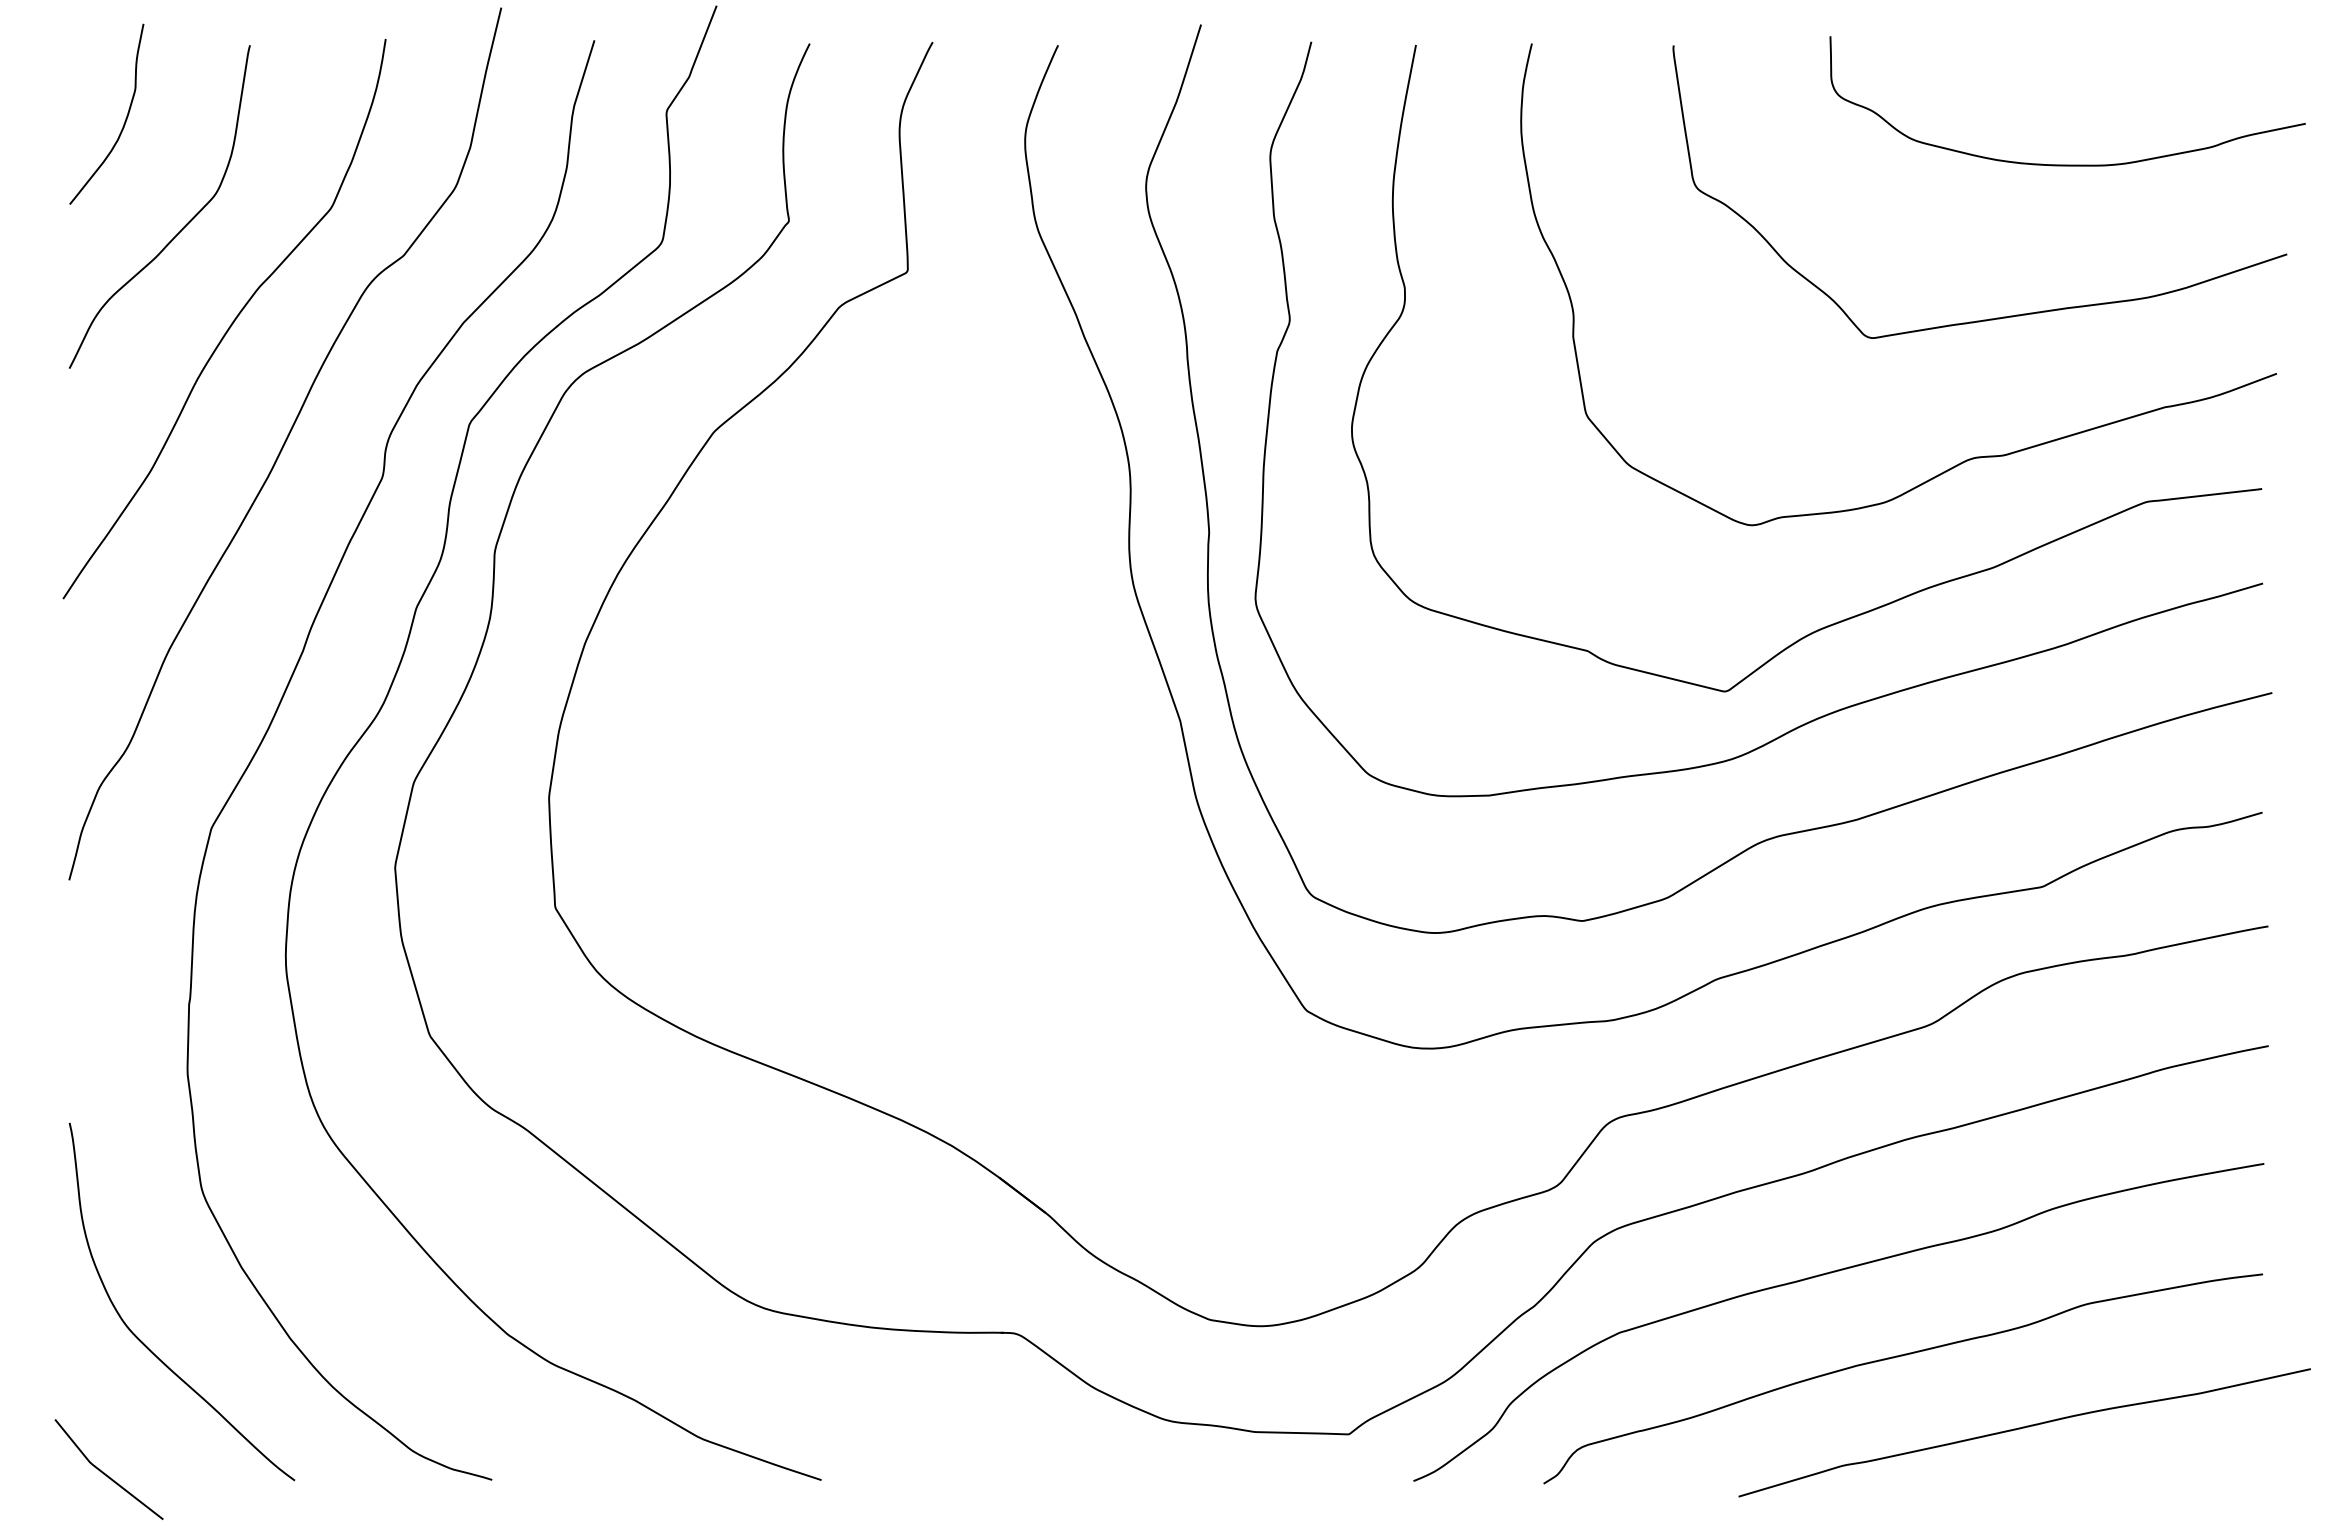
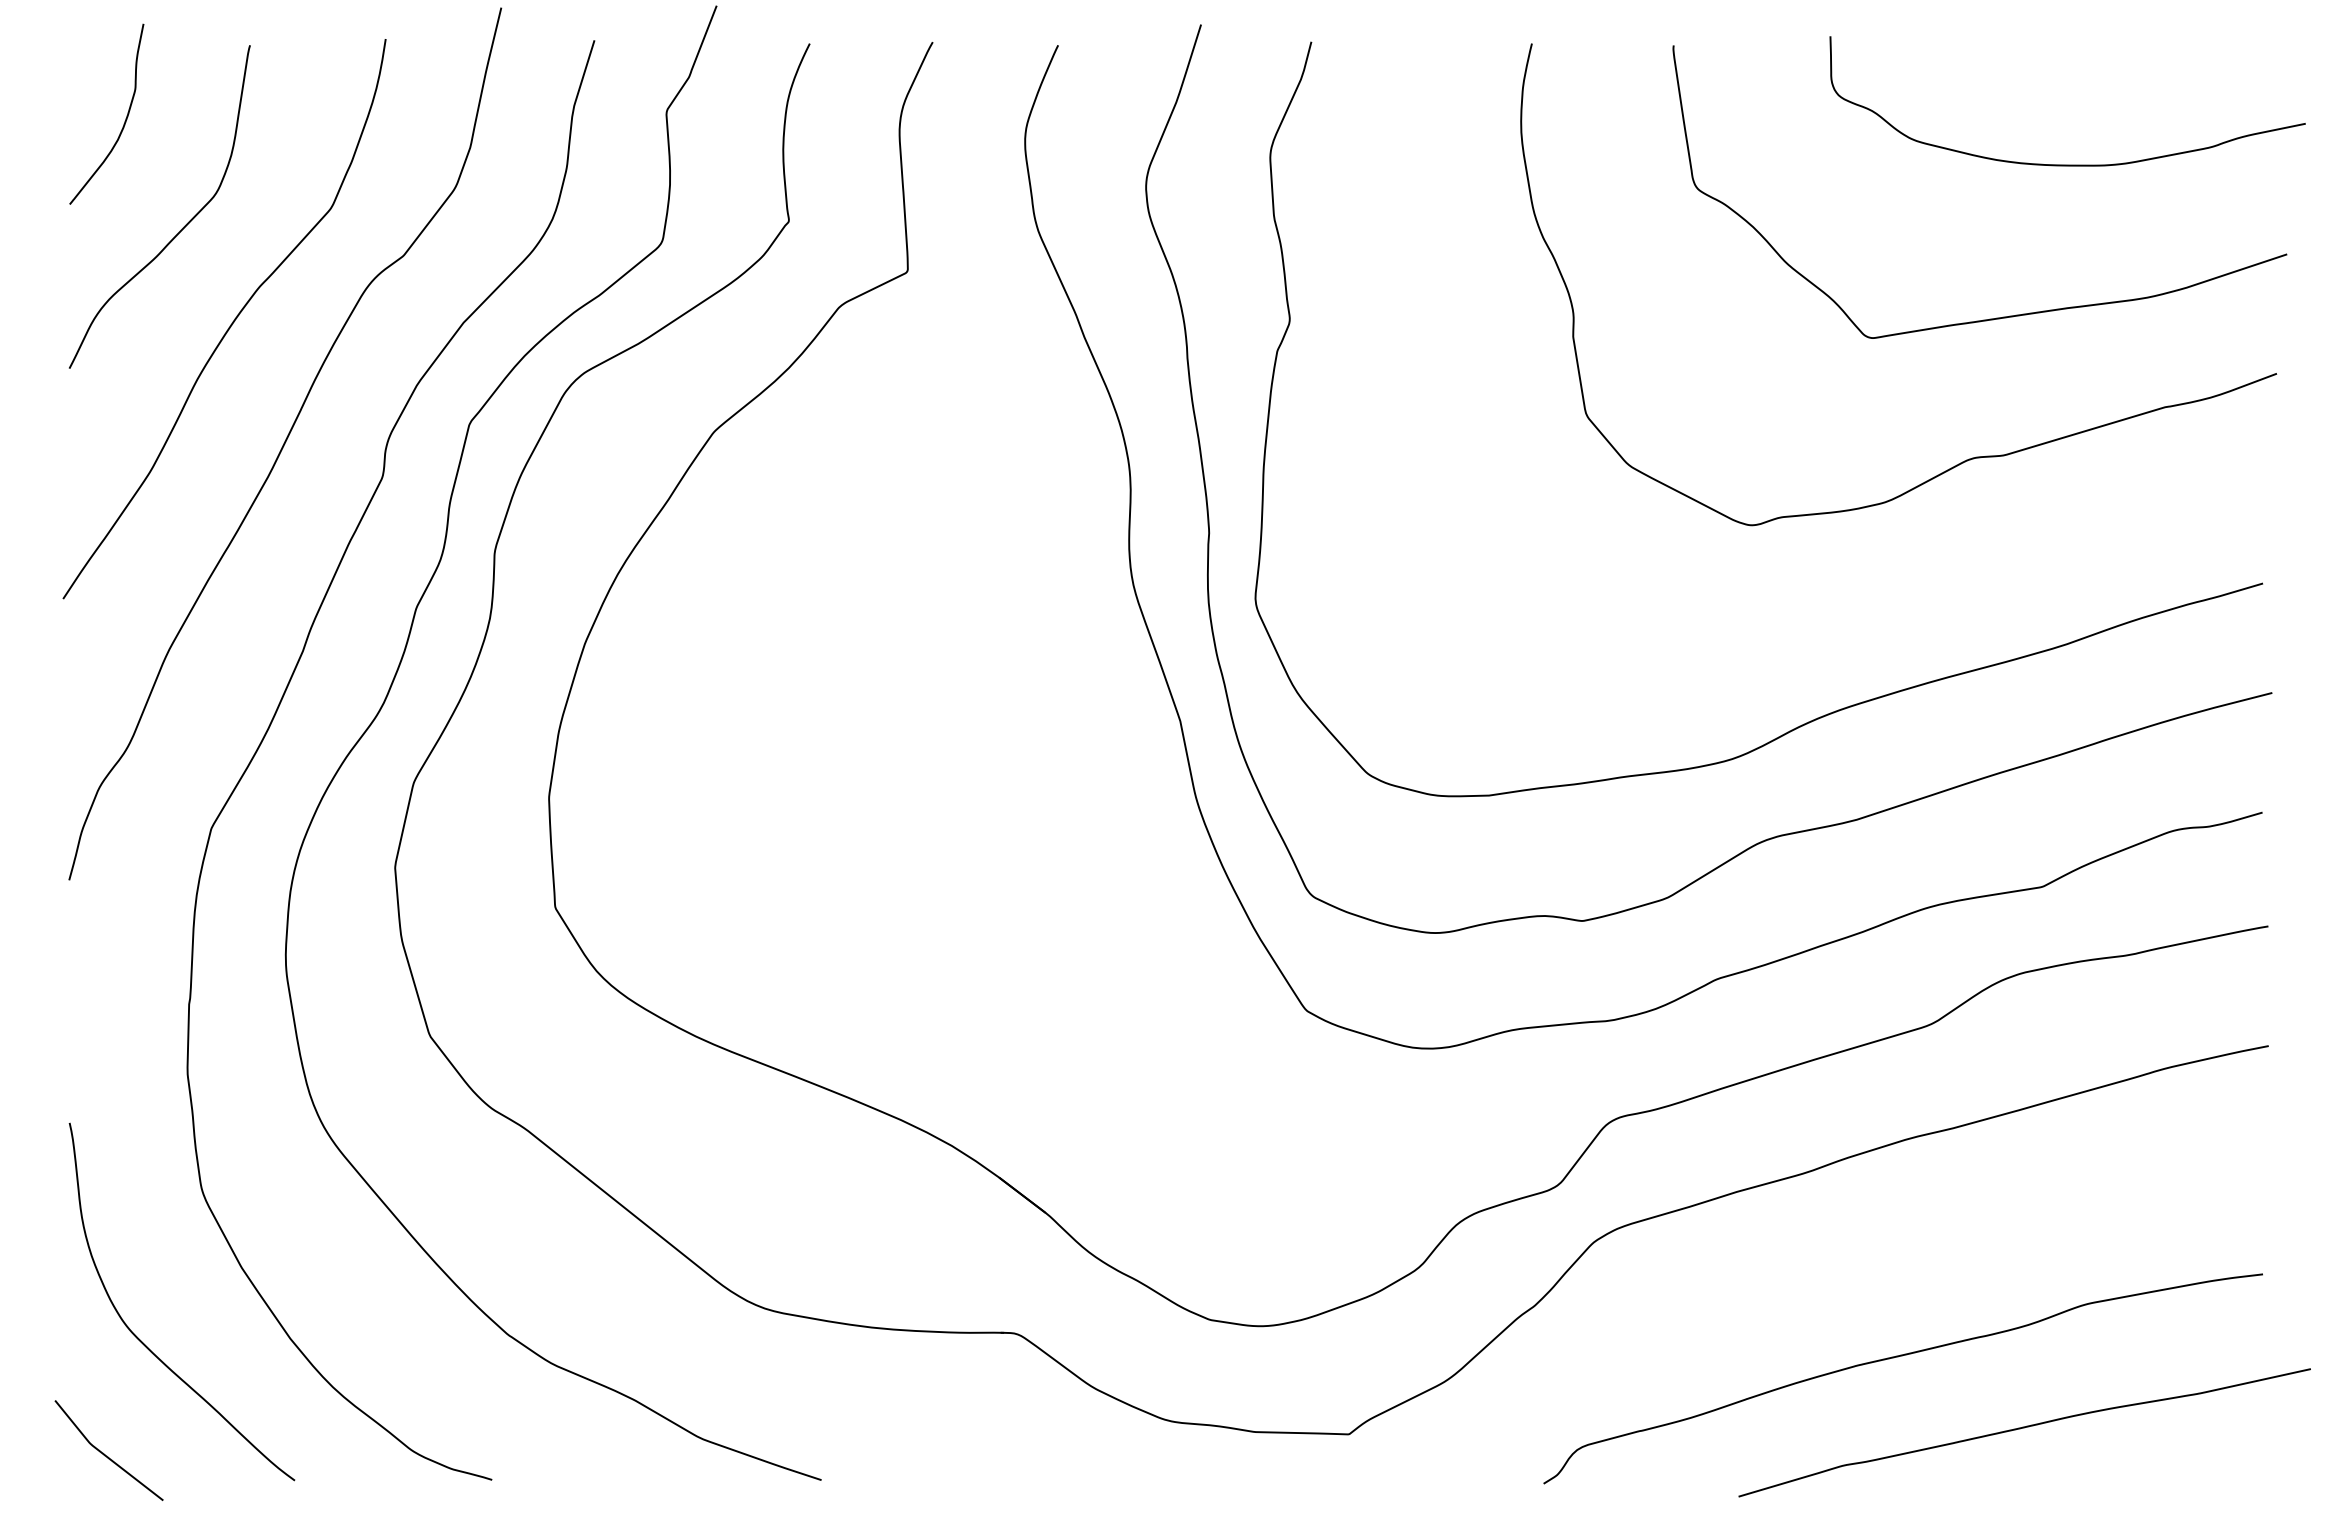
curve at (1898, 598): present -> none
curve at (1824, 1275): present -> none
curve at (104, 1472) position: (104, 1472) -> (104, 1453)
